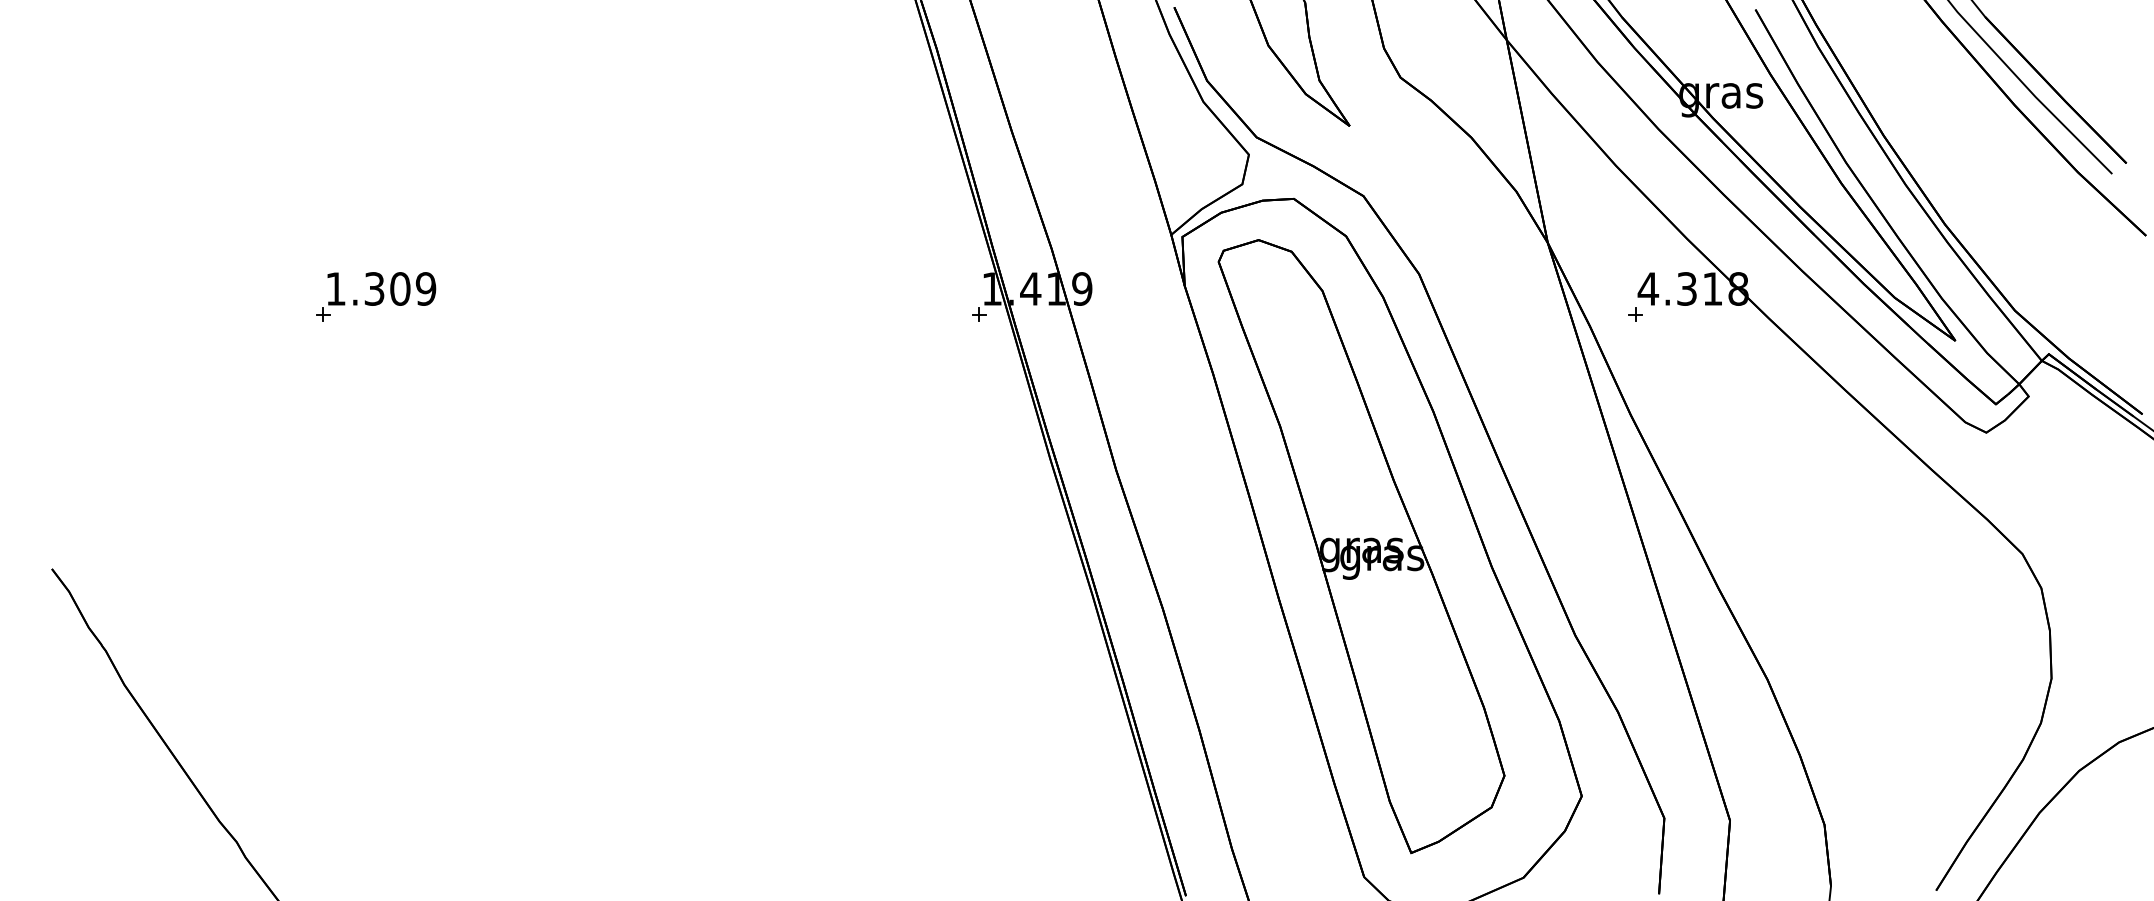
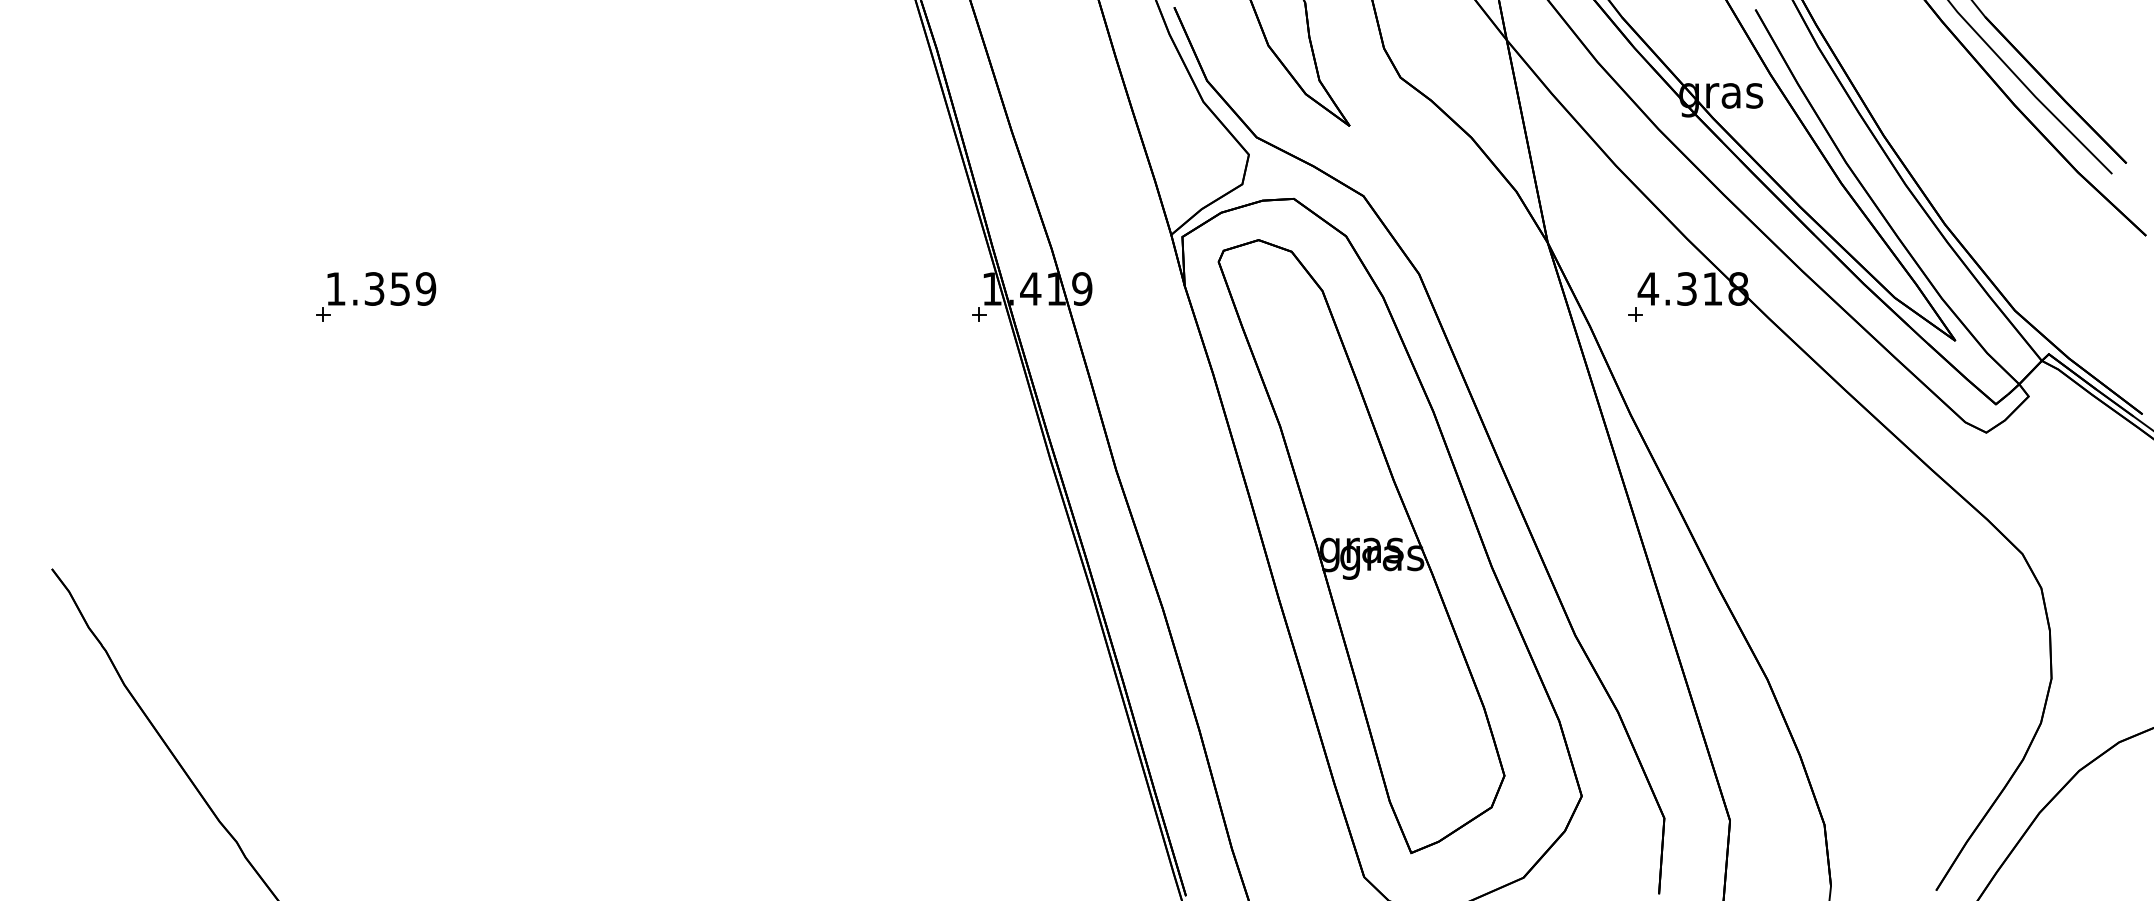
text at (400, 288): 1.309 -> 1.359
